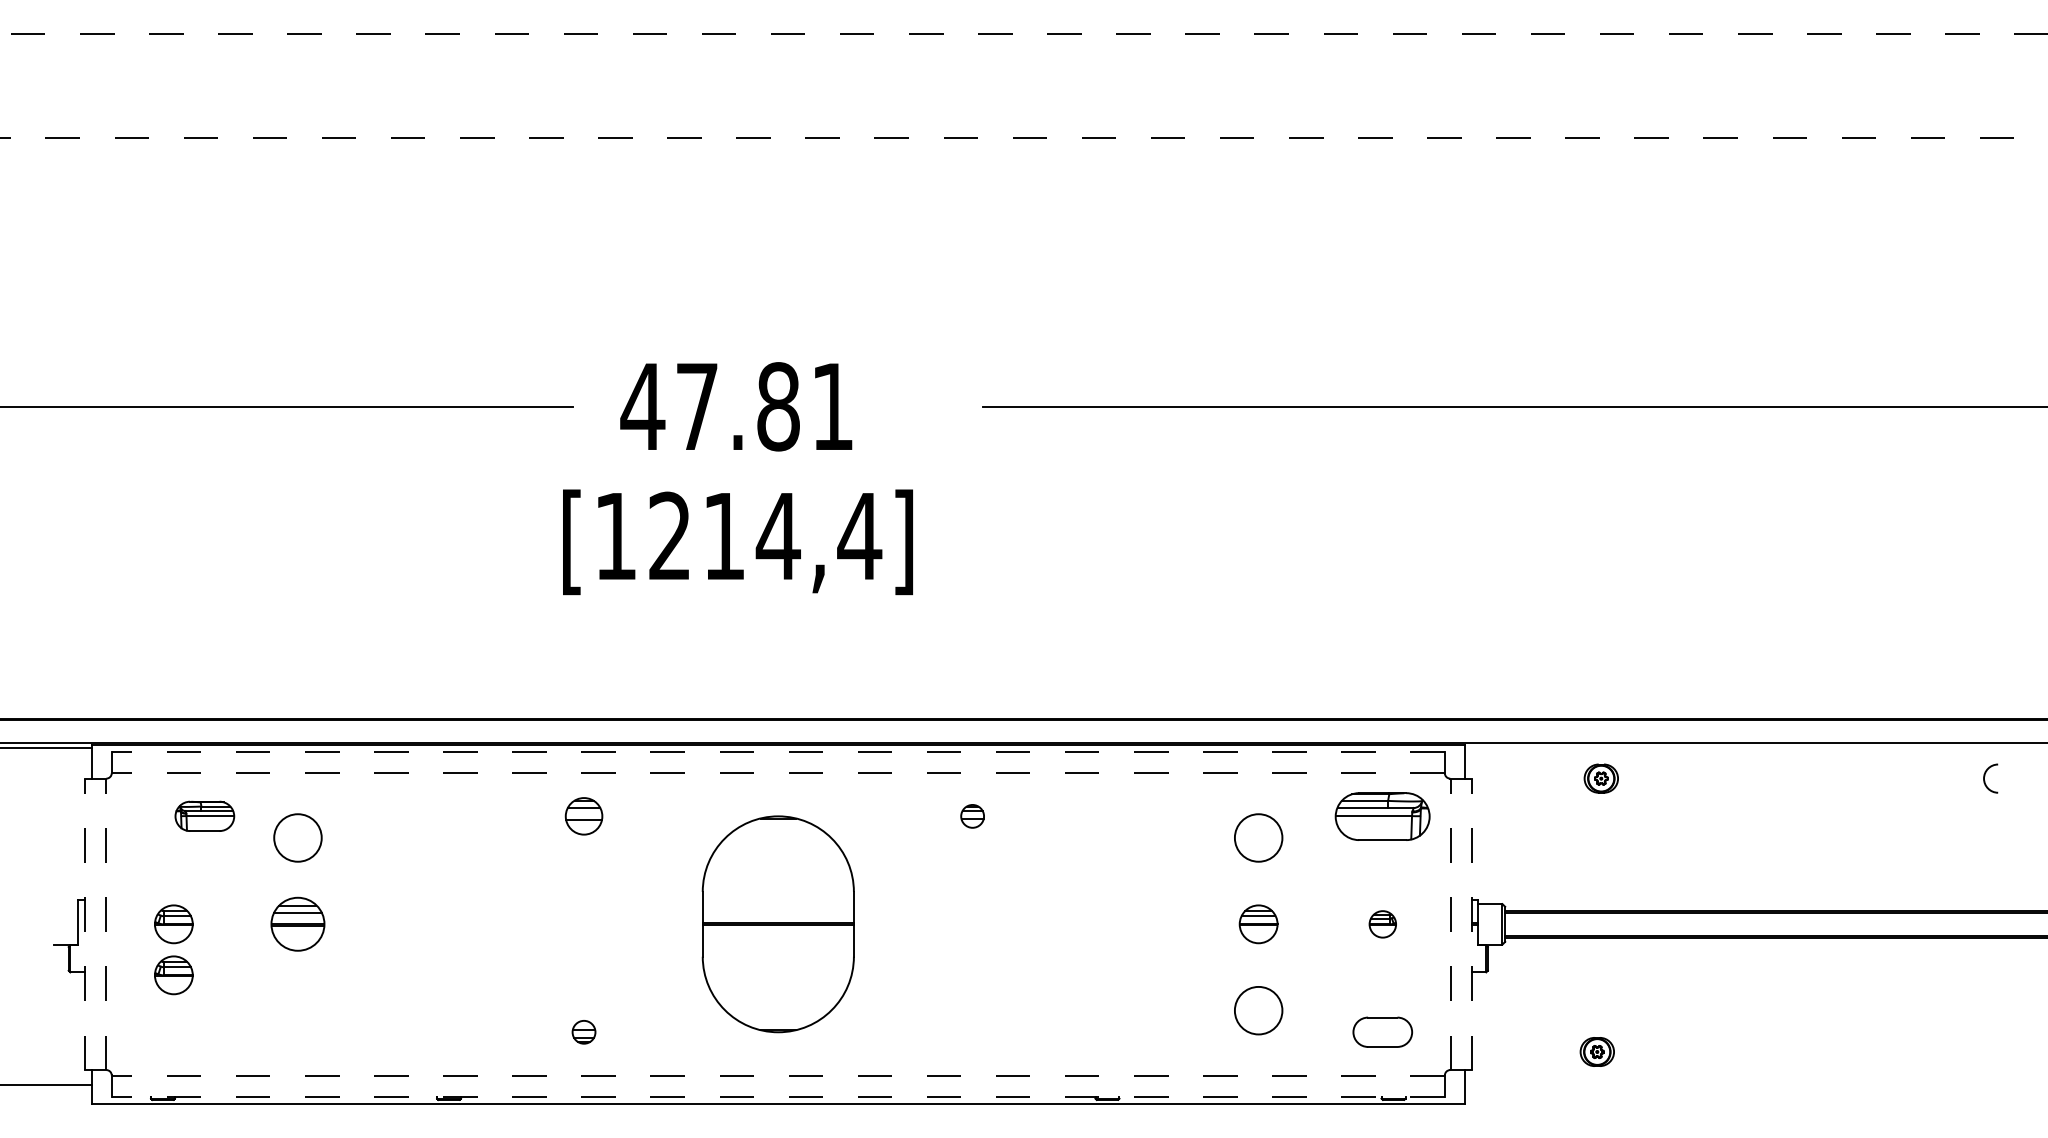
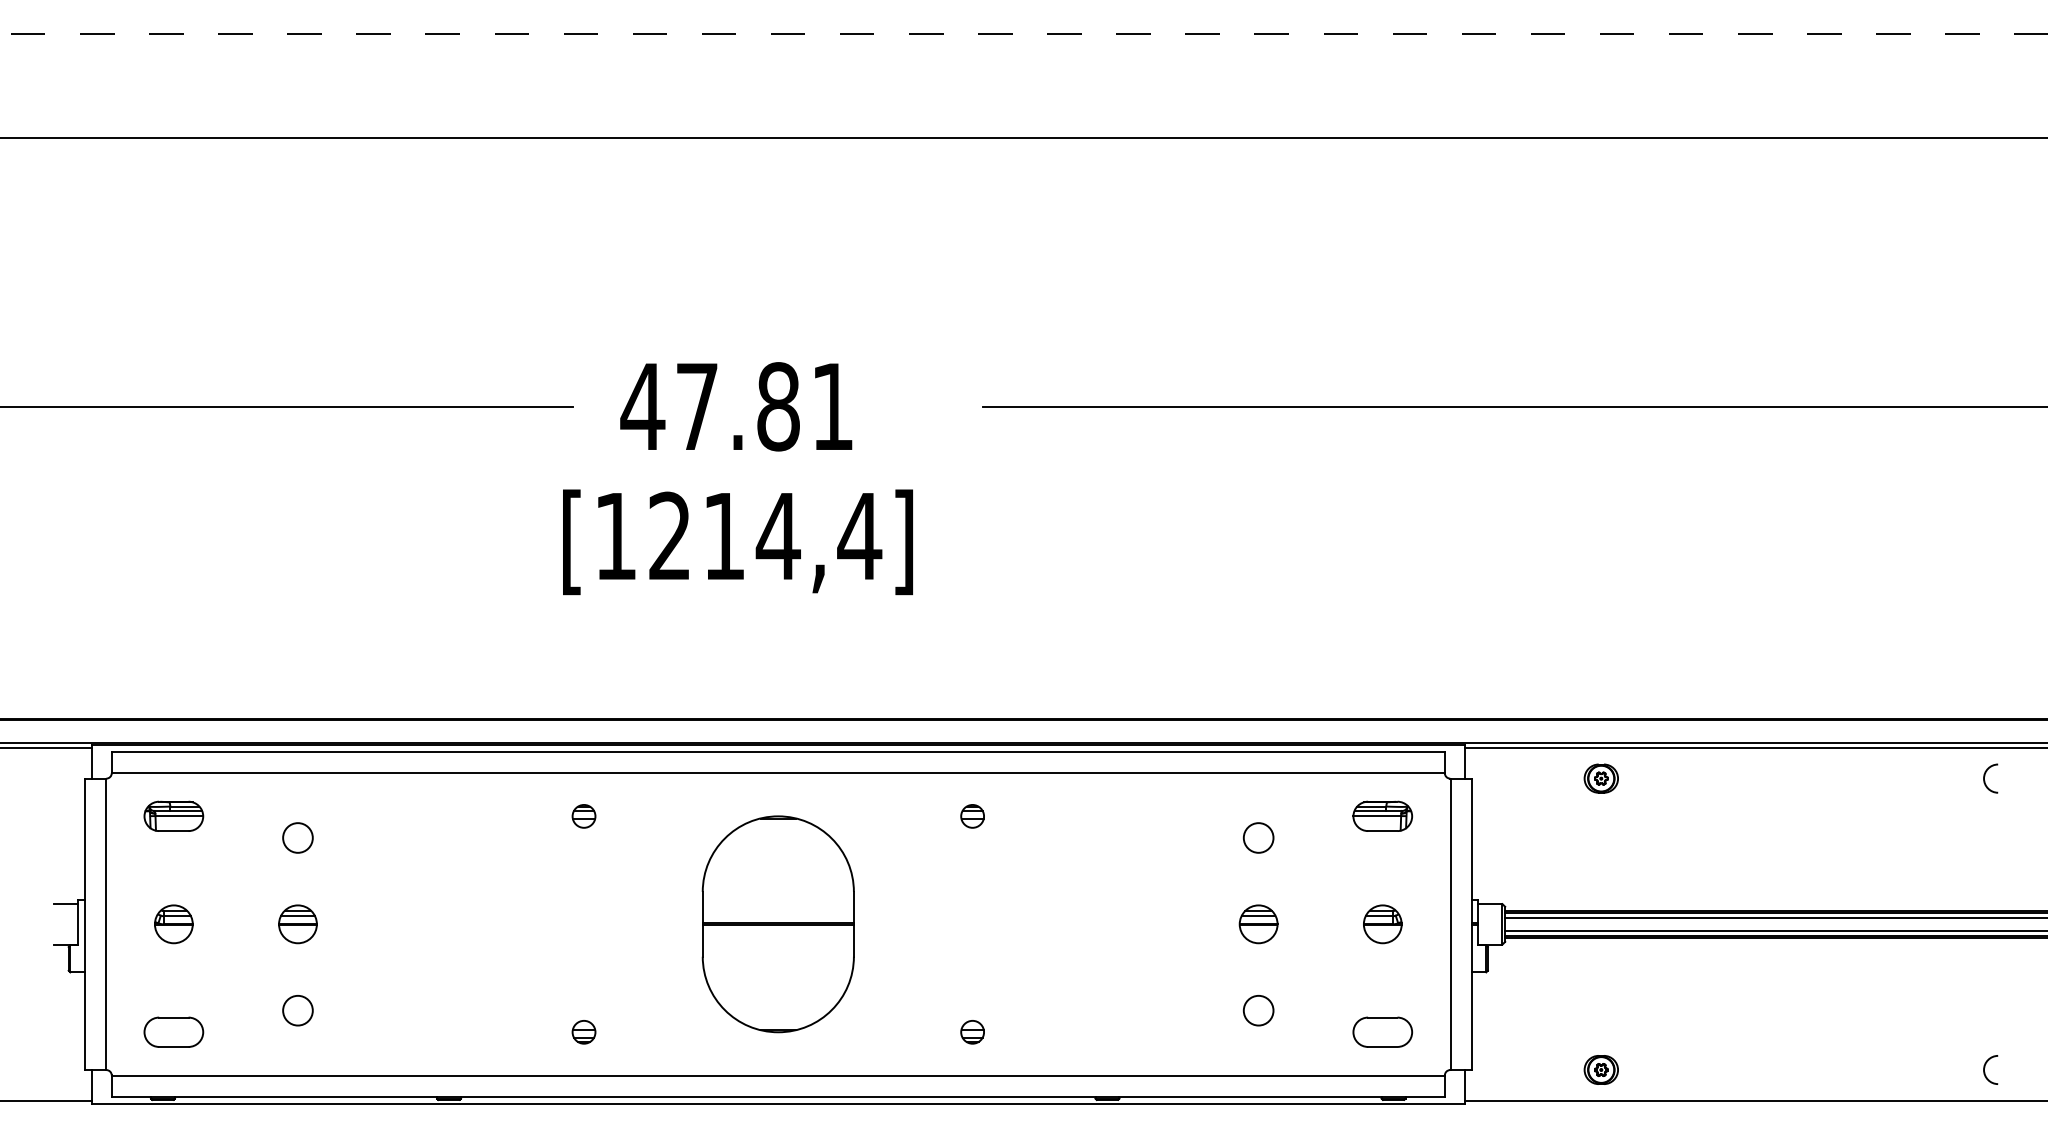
line at (1024, 137): dashed -> solid
line at (1754, 747): none -> present
line at (778, 752): dashed -> solid
line at (778, 772): dashed -> solid
part at (204, 815) position: (204, 815) -> (173, 815)
part at (583, 816) size: 40x39 px -> 26x25 px
part at (1382, 816) size: 97x49 px -> 62x32 px
circle at (297, 837) diameter: 48 px -> 30 px
circle at (1258, 837) diameter: 48 px -> 30 px
line at (66, 904): none -> present
line at (1774, 918): none -> present
part at (297, 923) size: 56x56 px -> 40x41 px
line at (85, 924): dashed -> solid
line at (105, 924): dashed -> solid
part at (1382, 924) size: 29x29 px -> 40x41 px
line at (1450, 924): dashed -> solid
line at (1471, 924): dashed -> solid
line at (1774, 930): none -> present
part at (173, 975): present -> none
circle at (297, 1010): none -> present
circle at (1258, 1010) diameter: 48 px -> 30 px
part at (173, 1031): none -> present
part at (972, 1032): none -> present
part at (1596, 1051) position: (1596, 1051) -> (1600, 1069)
arc at (1985, 1067): none -> present
line at (778, 1075): dashed -> solid
line at (46, 1084) position: (46, 1084) -> (46, 1100)
line at (778, 1096): dashed -> solid
line at (1754, 1100): none -> present
